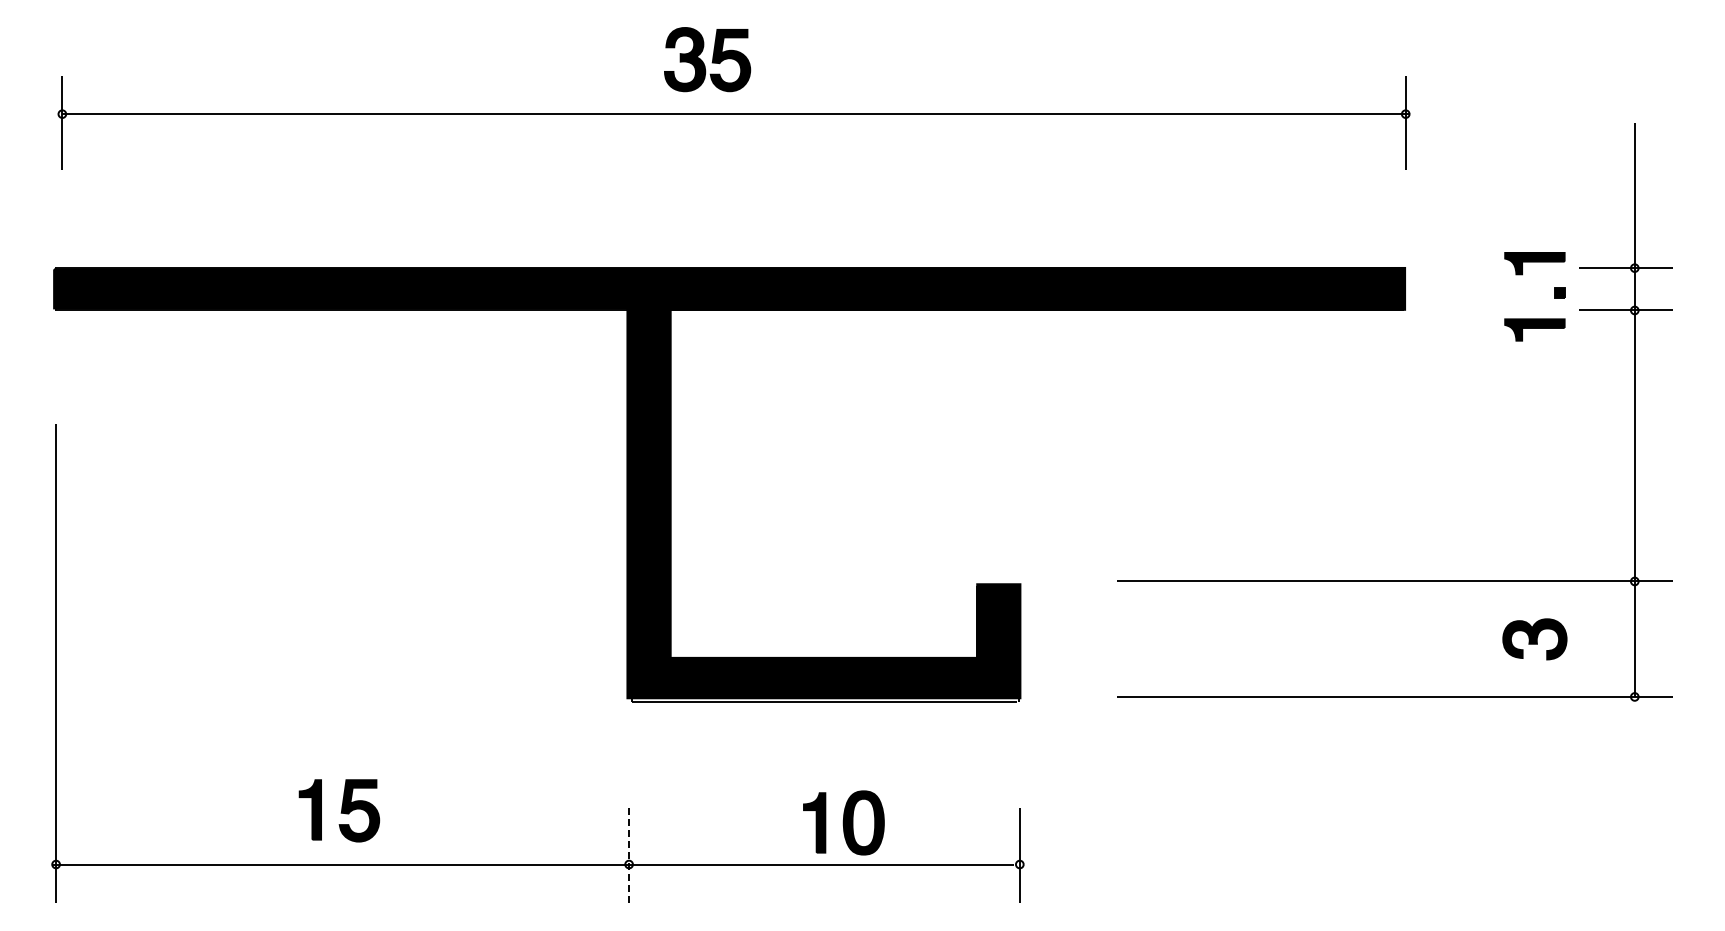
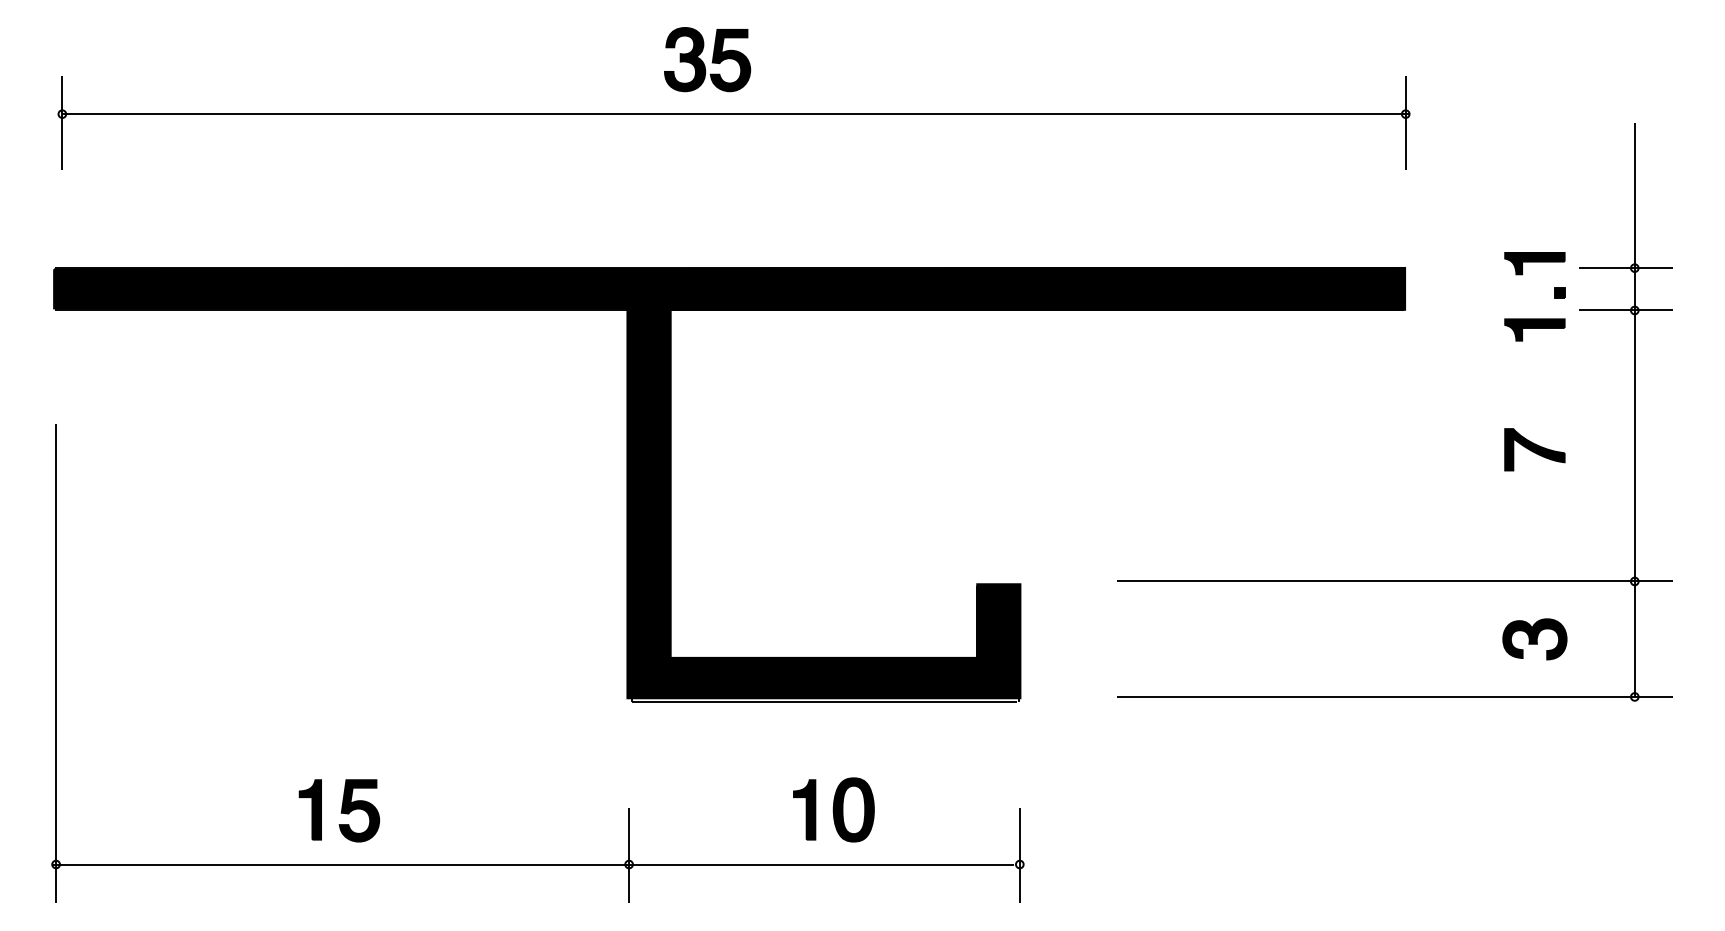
part at (1534, 449): none -> present
part at (843, 822) position: (843, 822) -> (833, 809)
line at (629, 856): dashed -> solid
